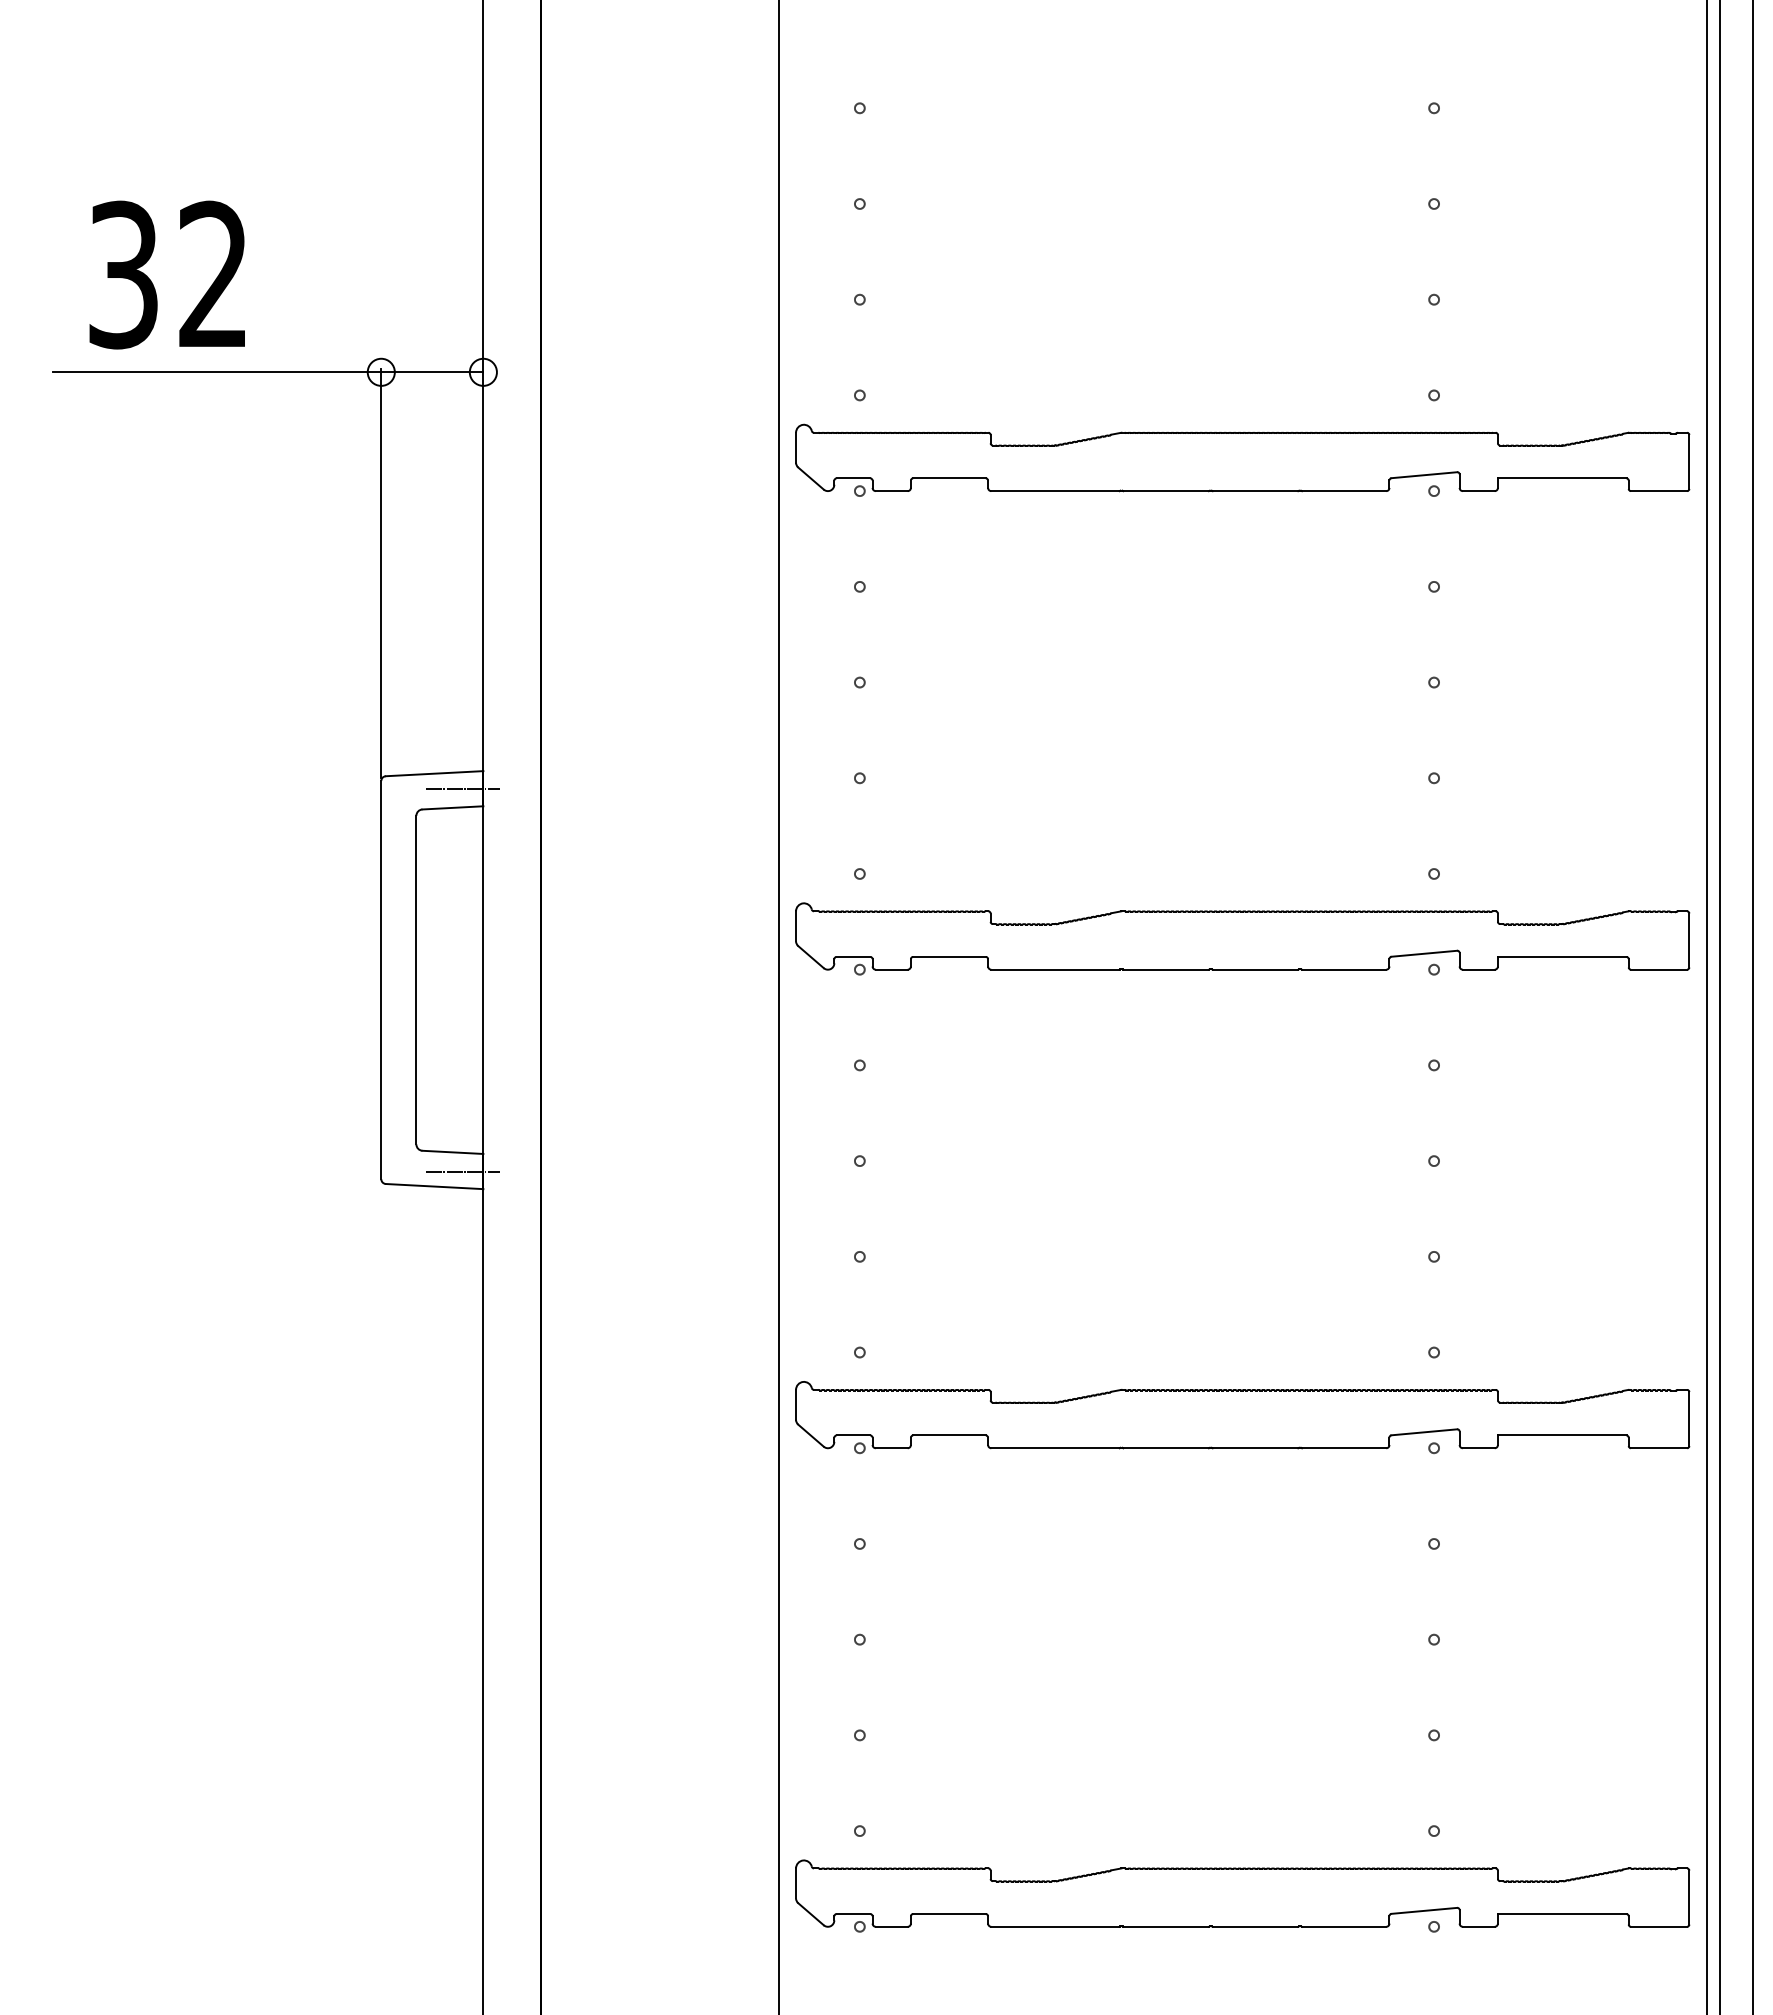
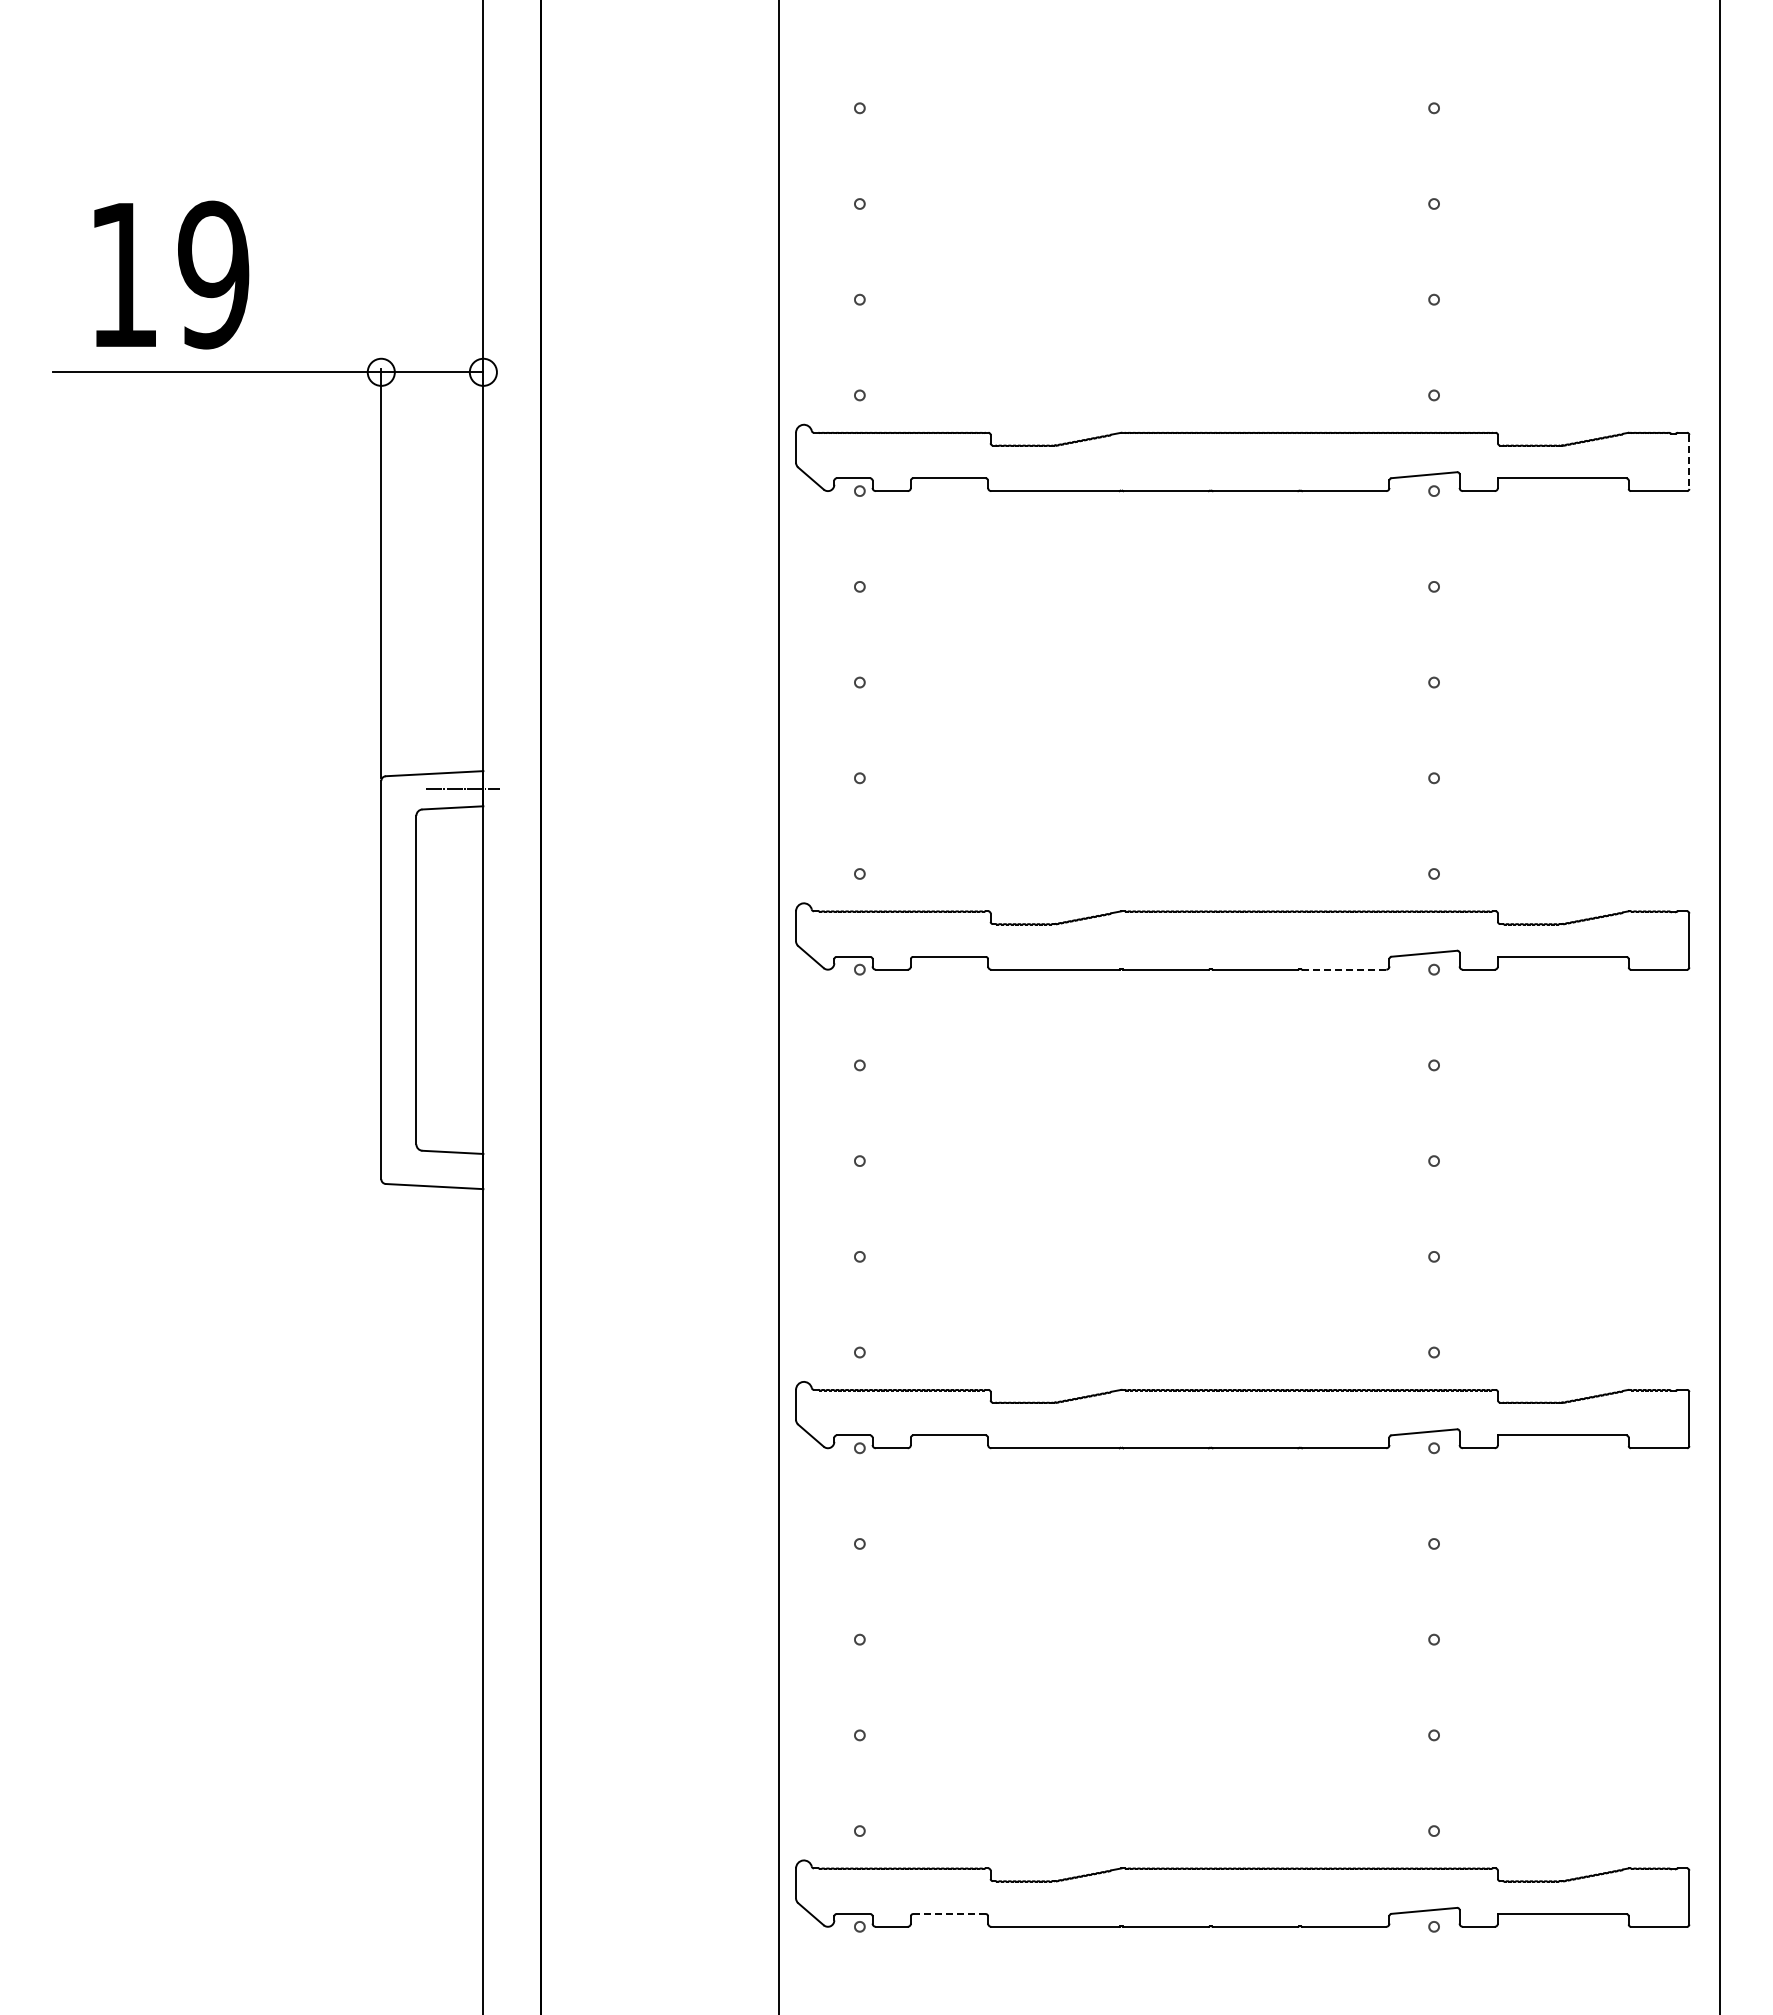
text at (169, 274): 32 -> 19
line at (1689, 461): solid -> dashed
line at (1343, 969): solid -> dashed
line at (1706, 1006): present -> none
line at (1753, 1006): present -> none
line at (462, 1171): present -> none
line at (949, 1914): solid -> dashed
